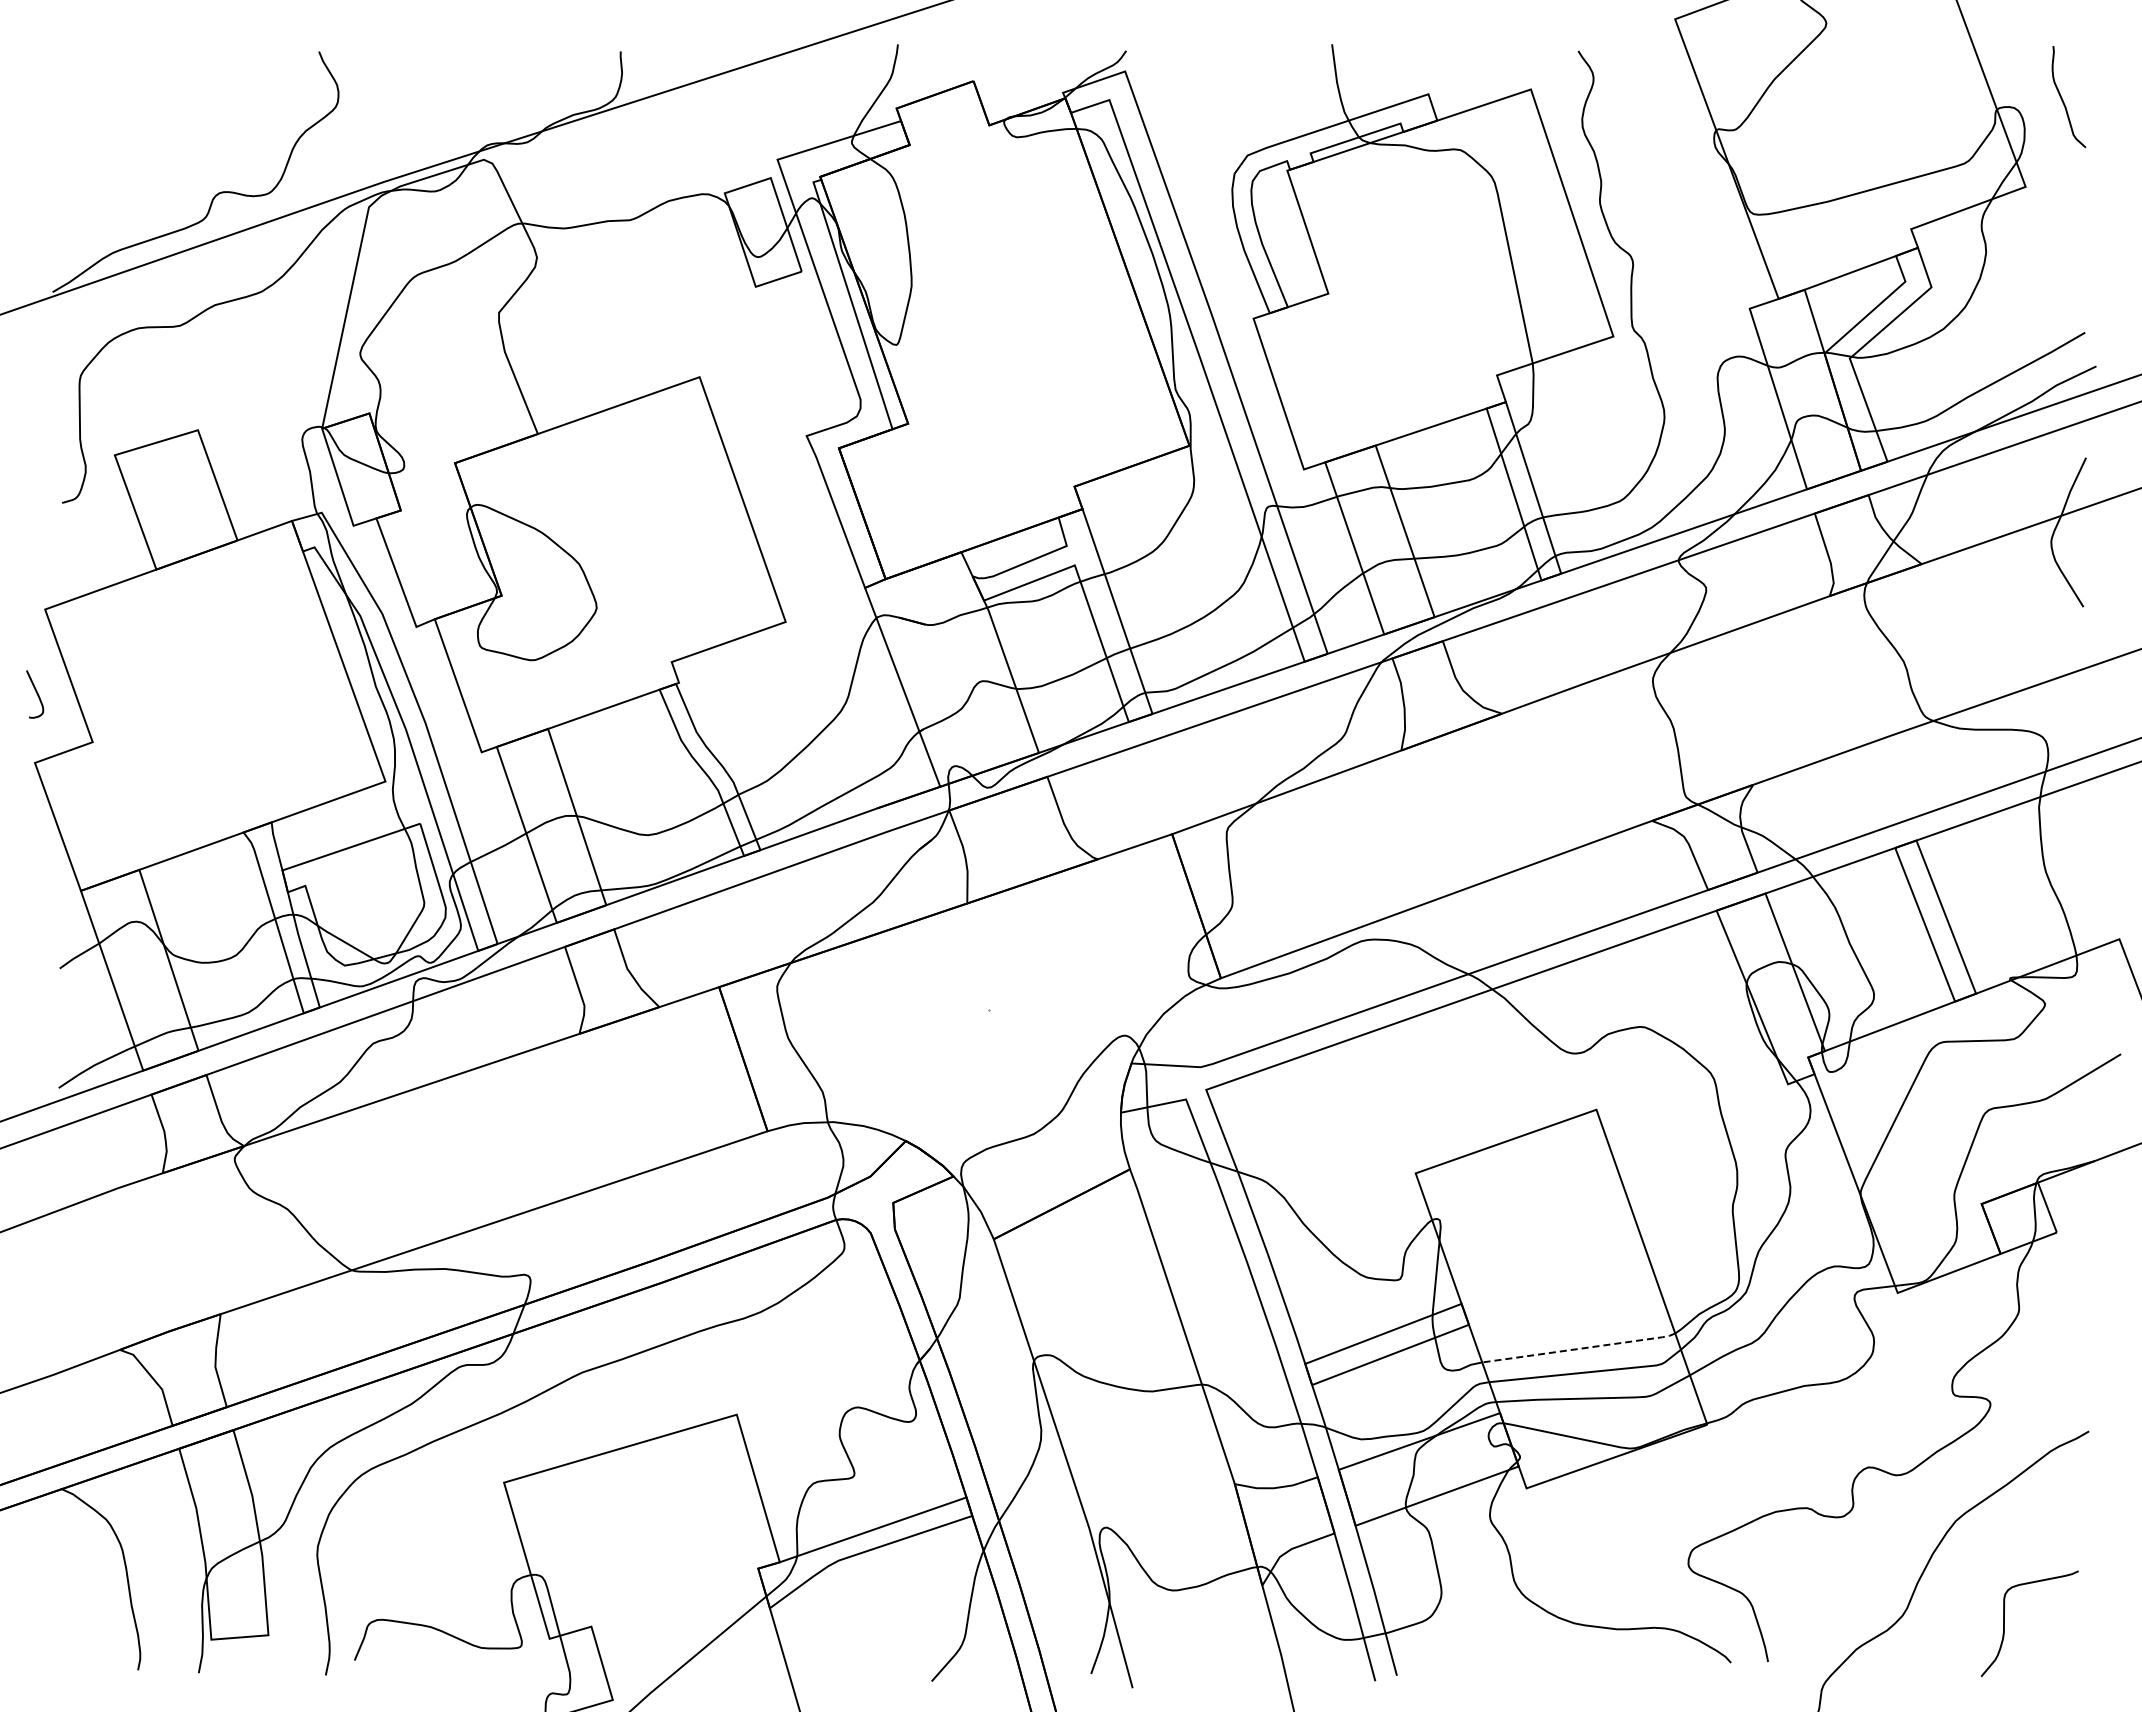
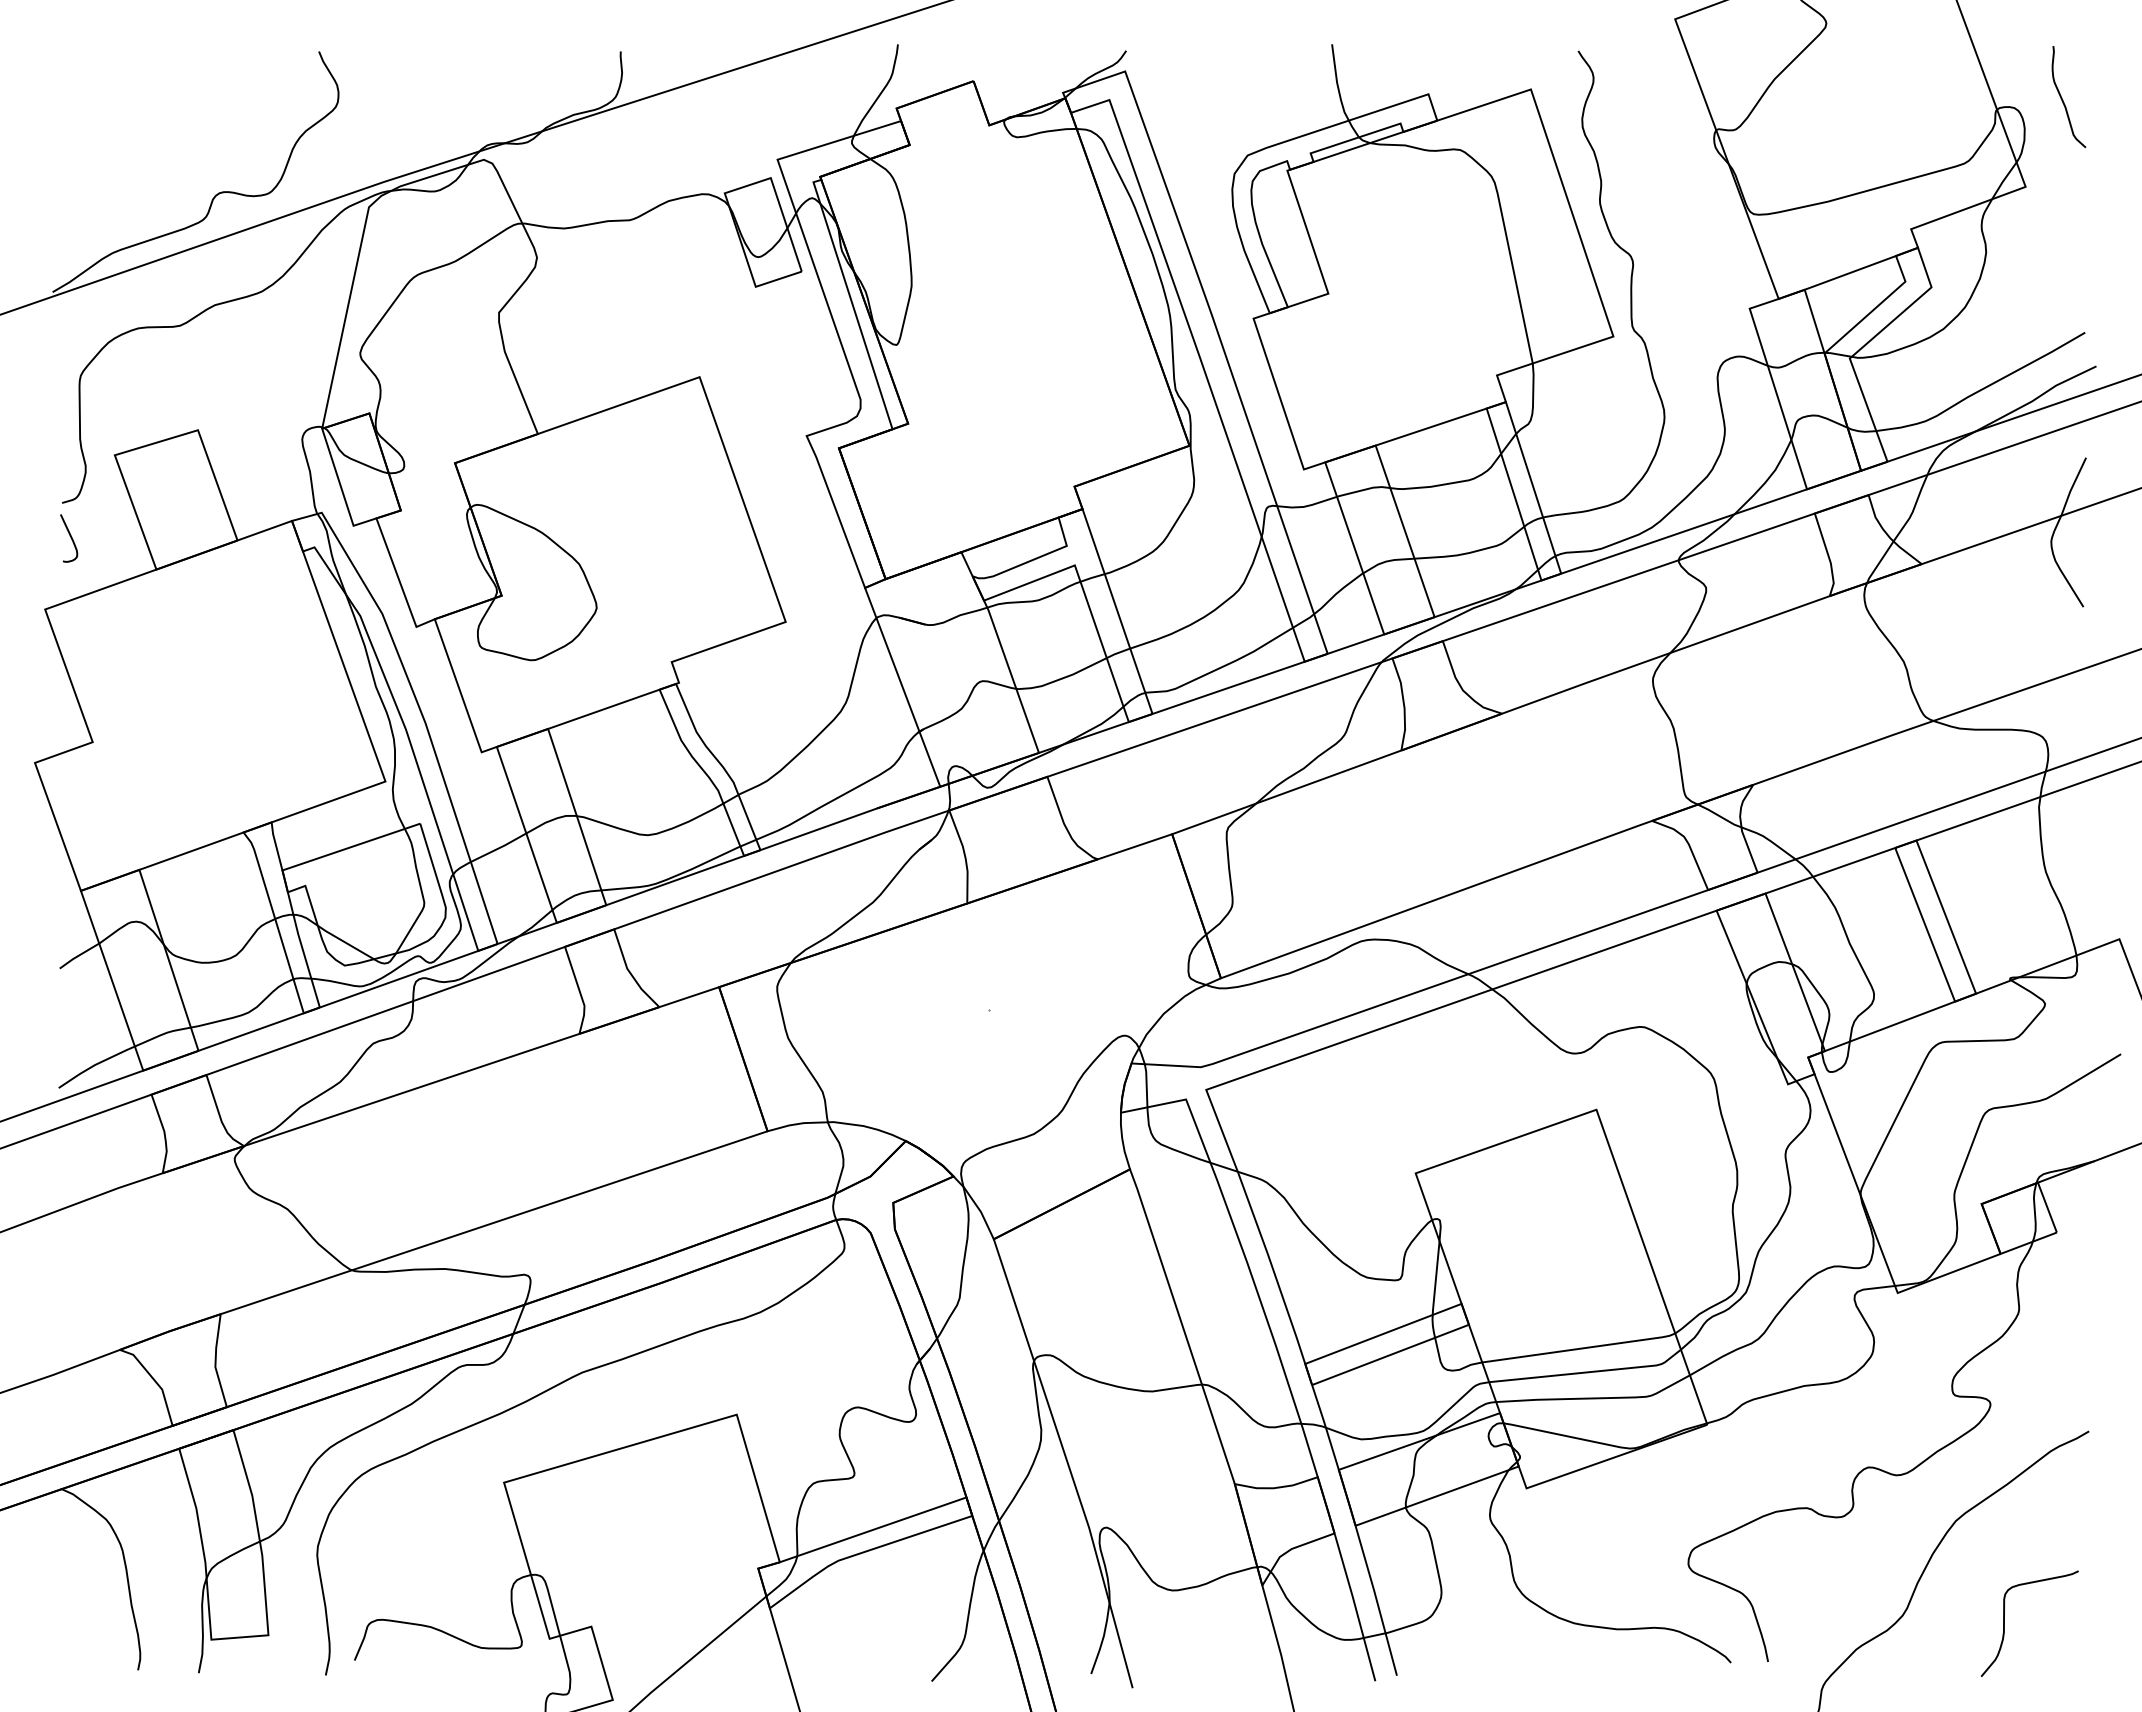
curve at (36, 694) position: (36, 694) -> (70, 538)
line at (1580, 1348): dashed -> solid
